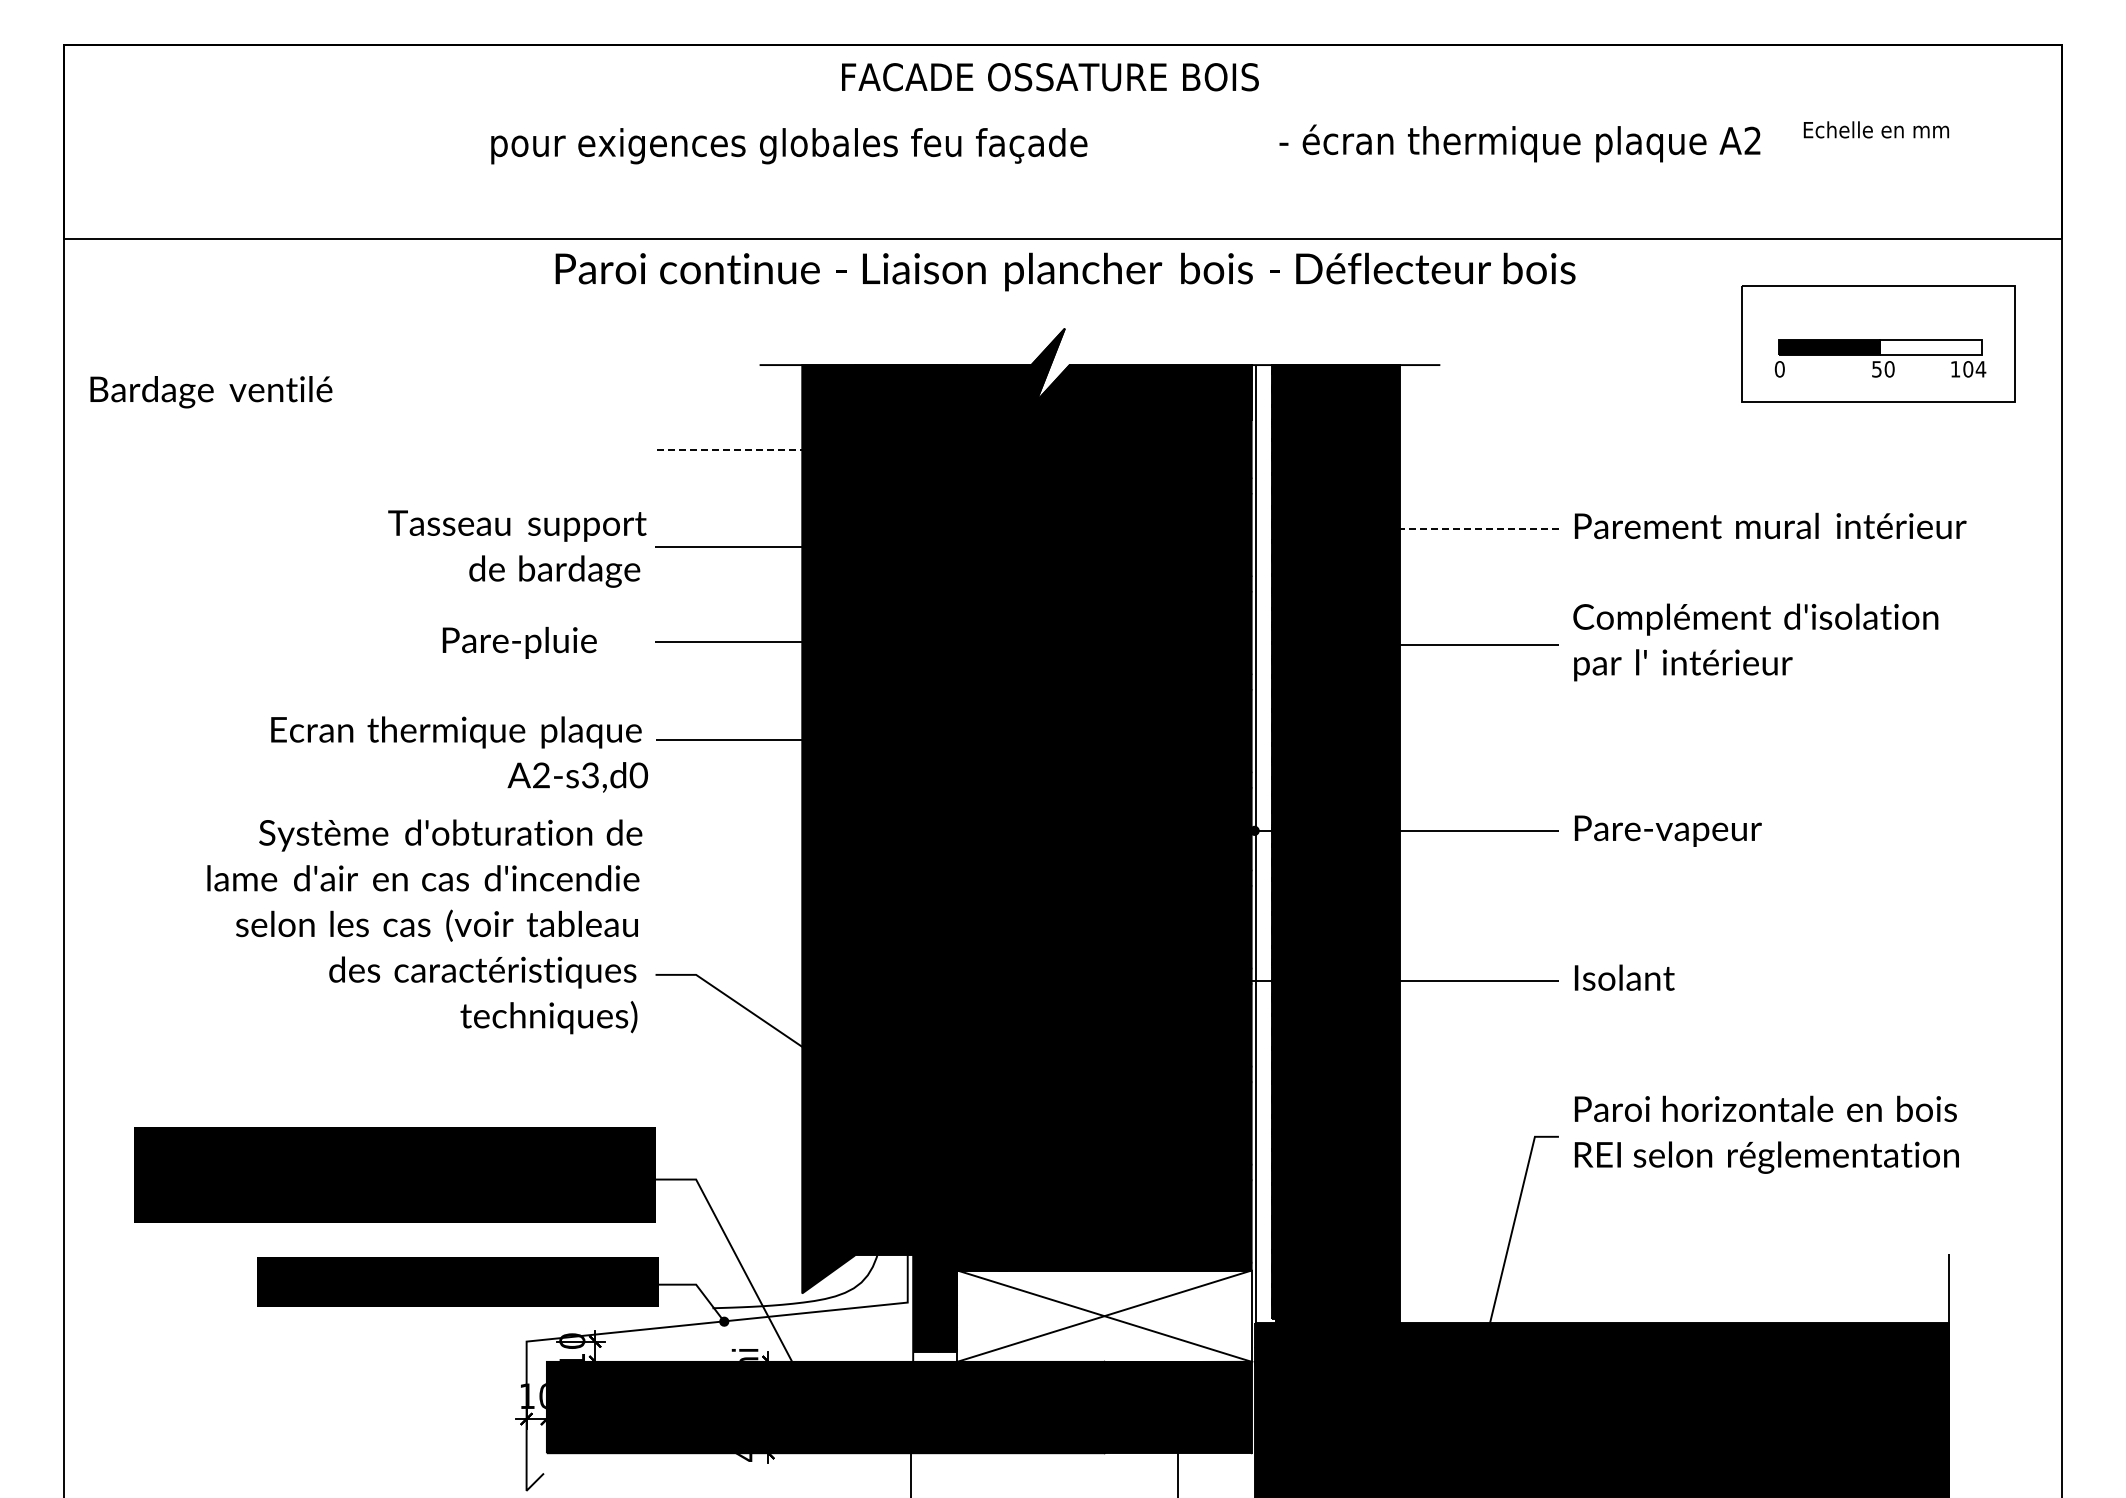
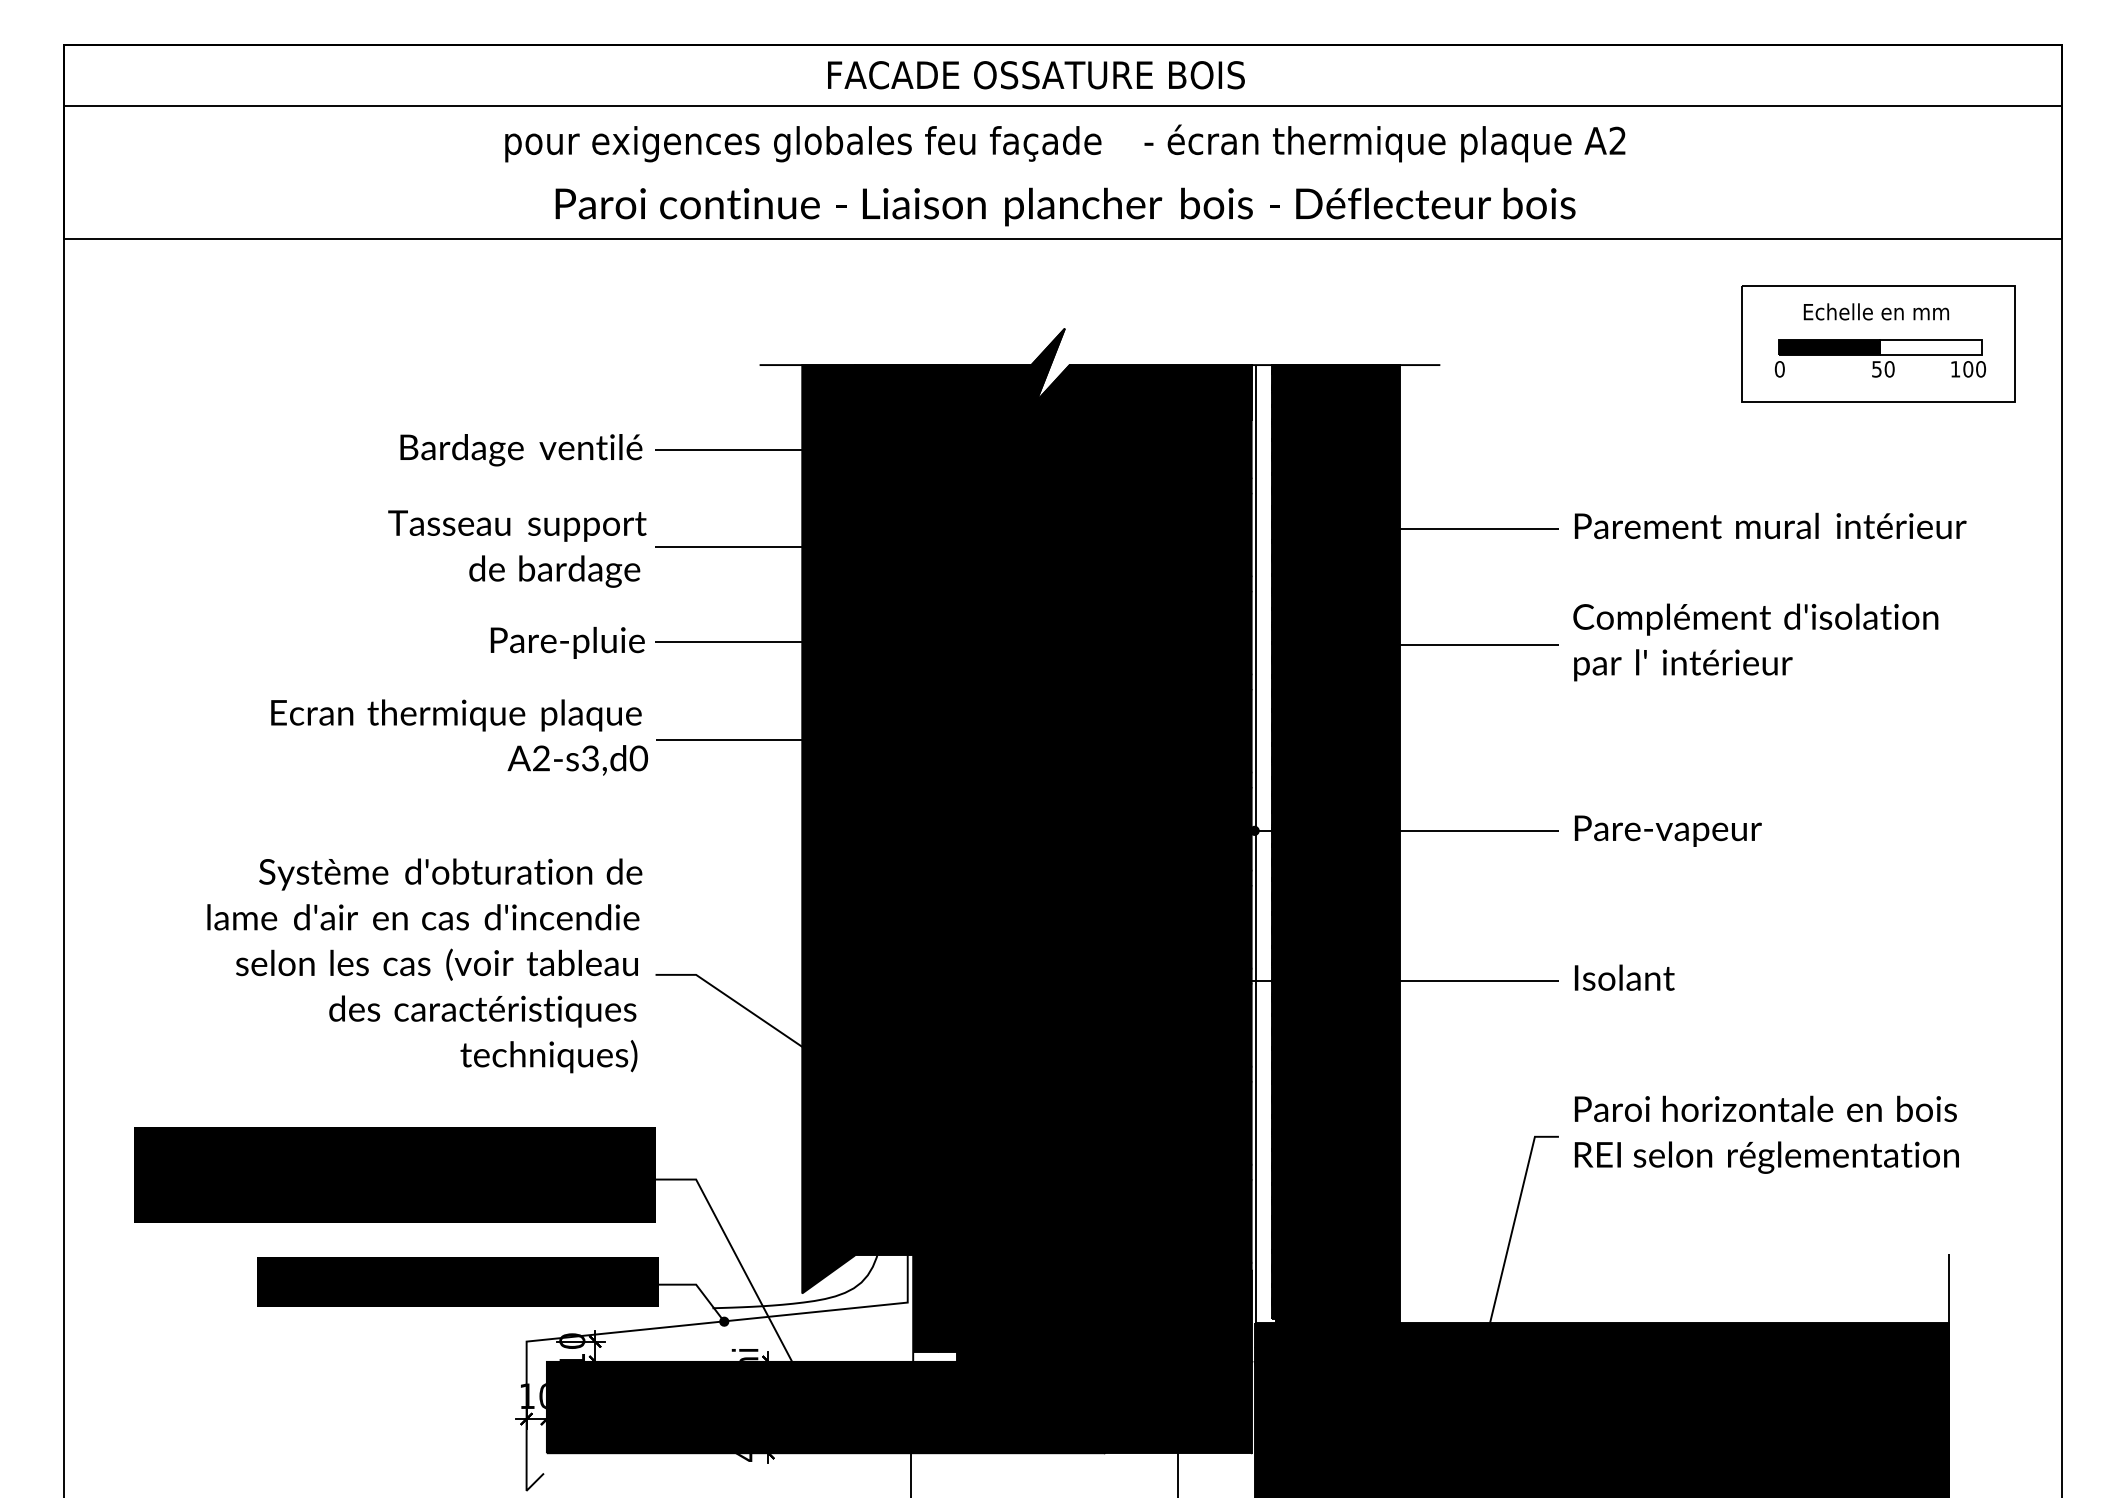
text at (1050, 77) position: (1050, 77) -> (1036, 75)
line at (1062, 105): none -> present
text at (1876, 129) position: (1876, 129) -> (1876, 311)
text at (1519, 143) position: (1519, 143) -> (1384, 143)
text at (789, 146) position: (789, 146) -> (803, 144)
text at (1065, 271) position: (1065, 271) -> (1065, 206)
text at (1980, 369): 104 -> 100
text at (211, 392) position: (211, 392) -> (521, 450)
line at (740, 449): dashed -> solid
line at (1473, 528): dashed -> solid
text at (519, 642) position: (519, 642) -> (567, 642)
text at (459, 754) position: (459, 754) -> (459, 737)
text at (424, 926) position: (424, 926) -> (424, 965)
fill at (1104, 1315): none -> present
